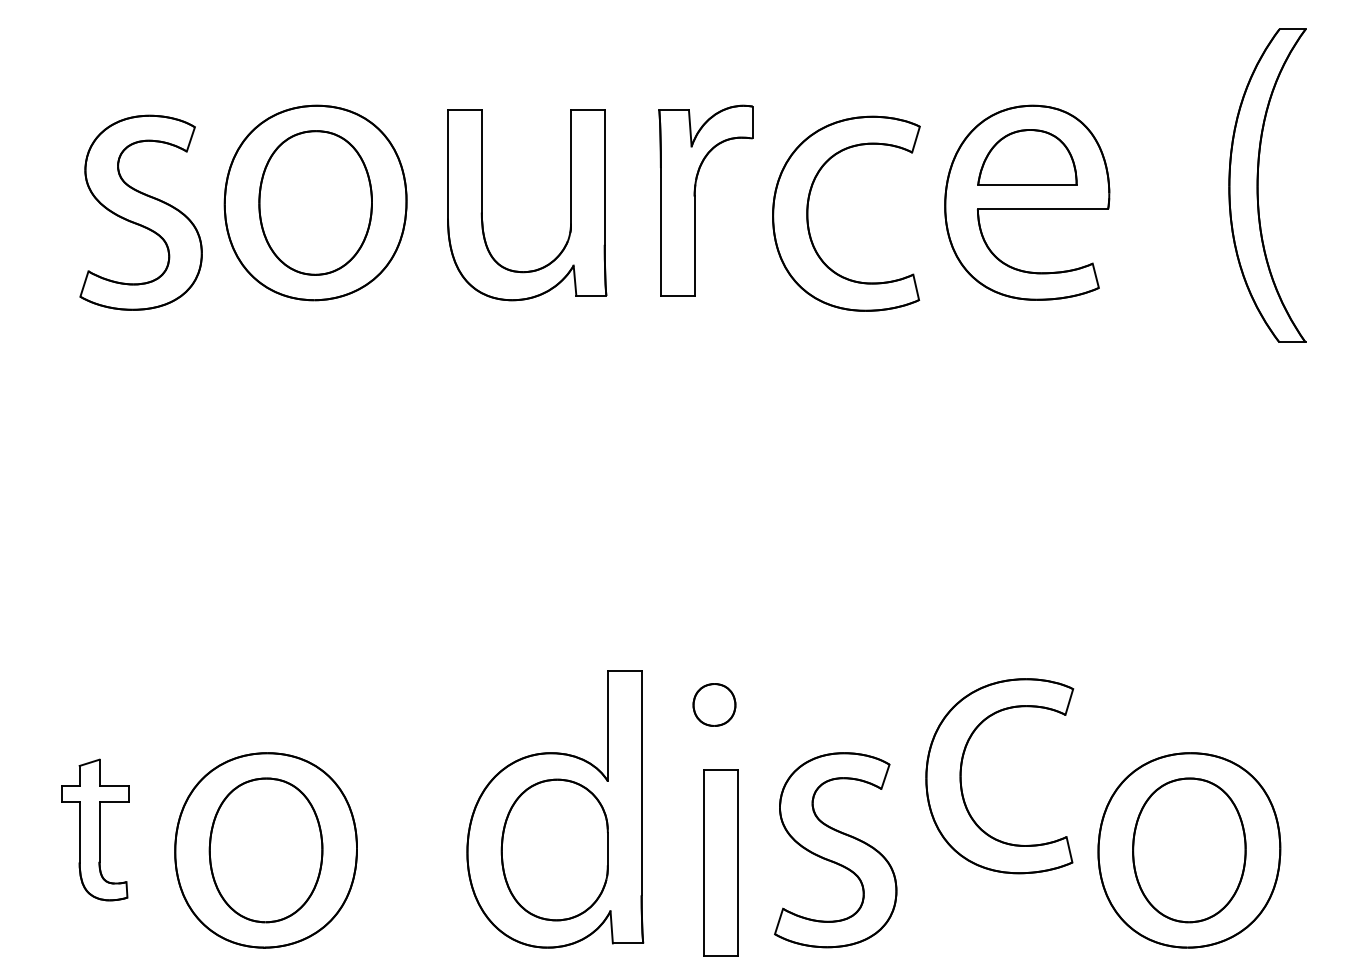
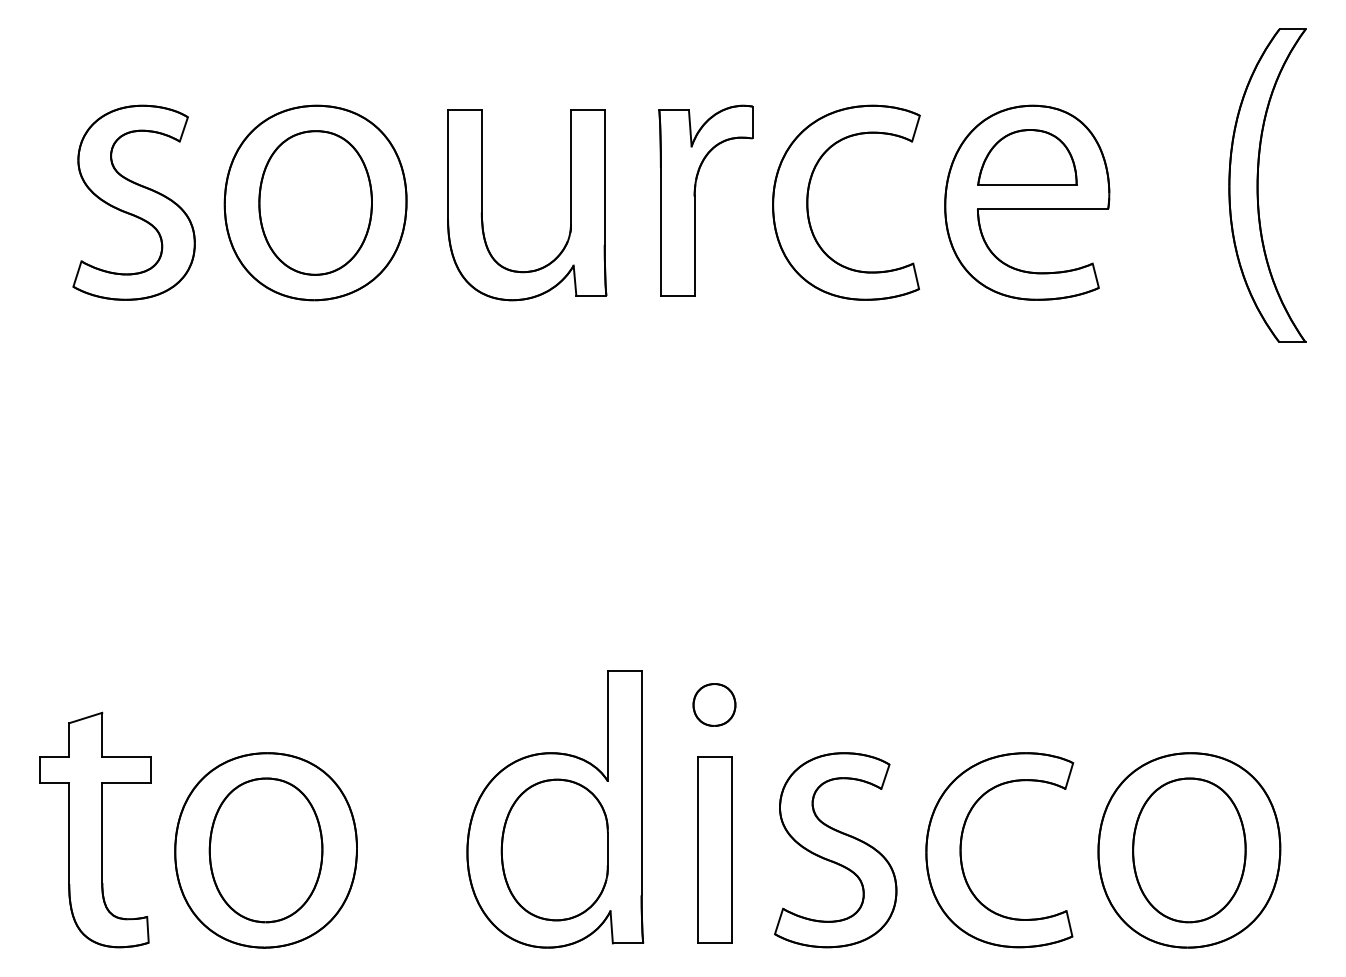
part at (140, 212) position: (140, 212) -> (133, 202)
part at (808, 213) position: (808, 213) -> (808, 202)
part at (961, 776) position: (961, 776) -> (961, 850)
part at (95, 829) size: 69x144 px -> 113x238 px
part at (720, 862) position: (720, 862) -> (714, 849)
